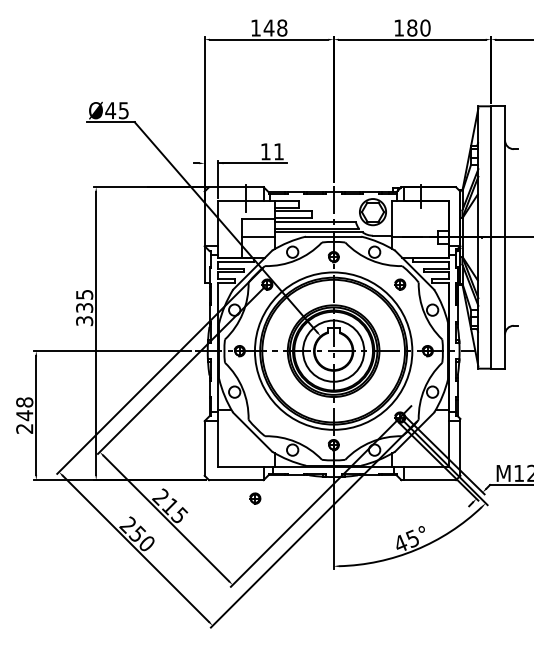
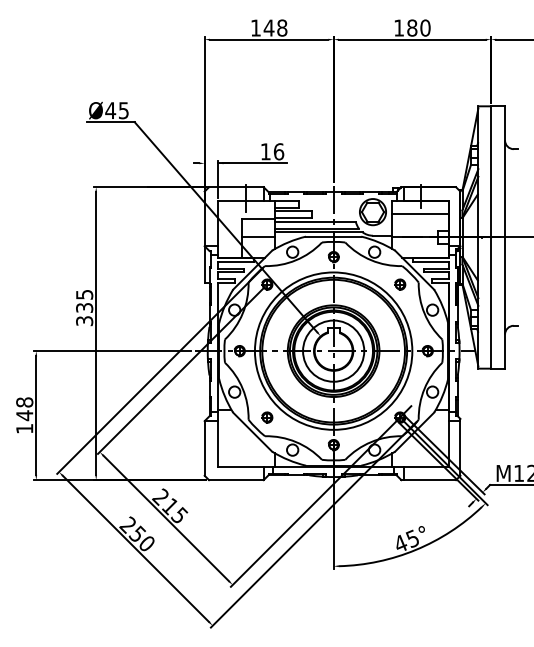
text at (279, 151): 11 -> 16
line at (420, 213): none -> present
text at (24, 428): 248 -> 148
part at (255, 498) position: (255, 498) -> (267, 417)
